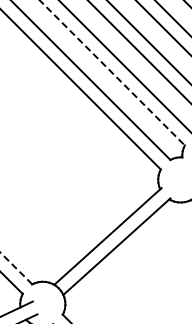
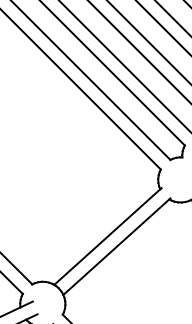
line at (112, 72): dashed -> solid
line at (16, 268): dashed -> solid
